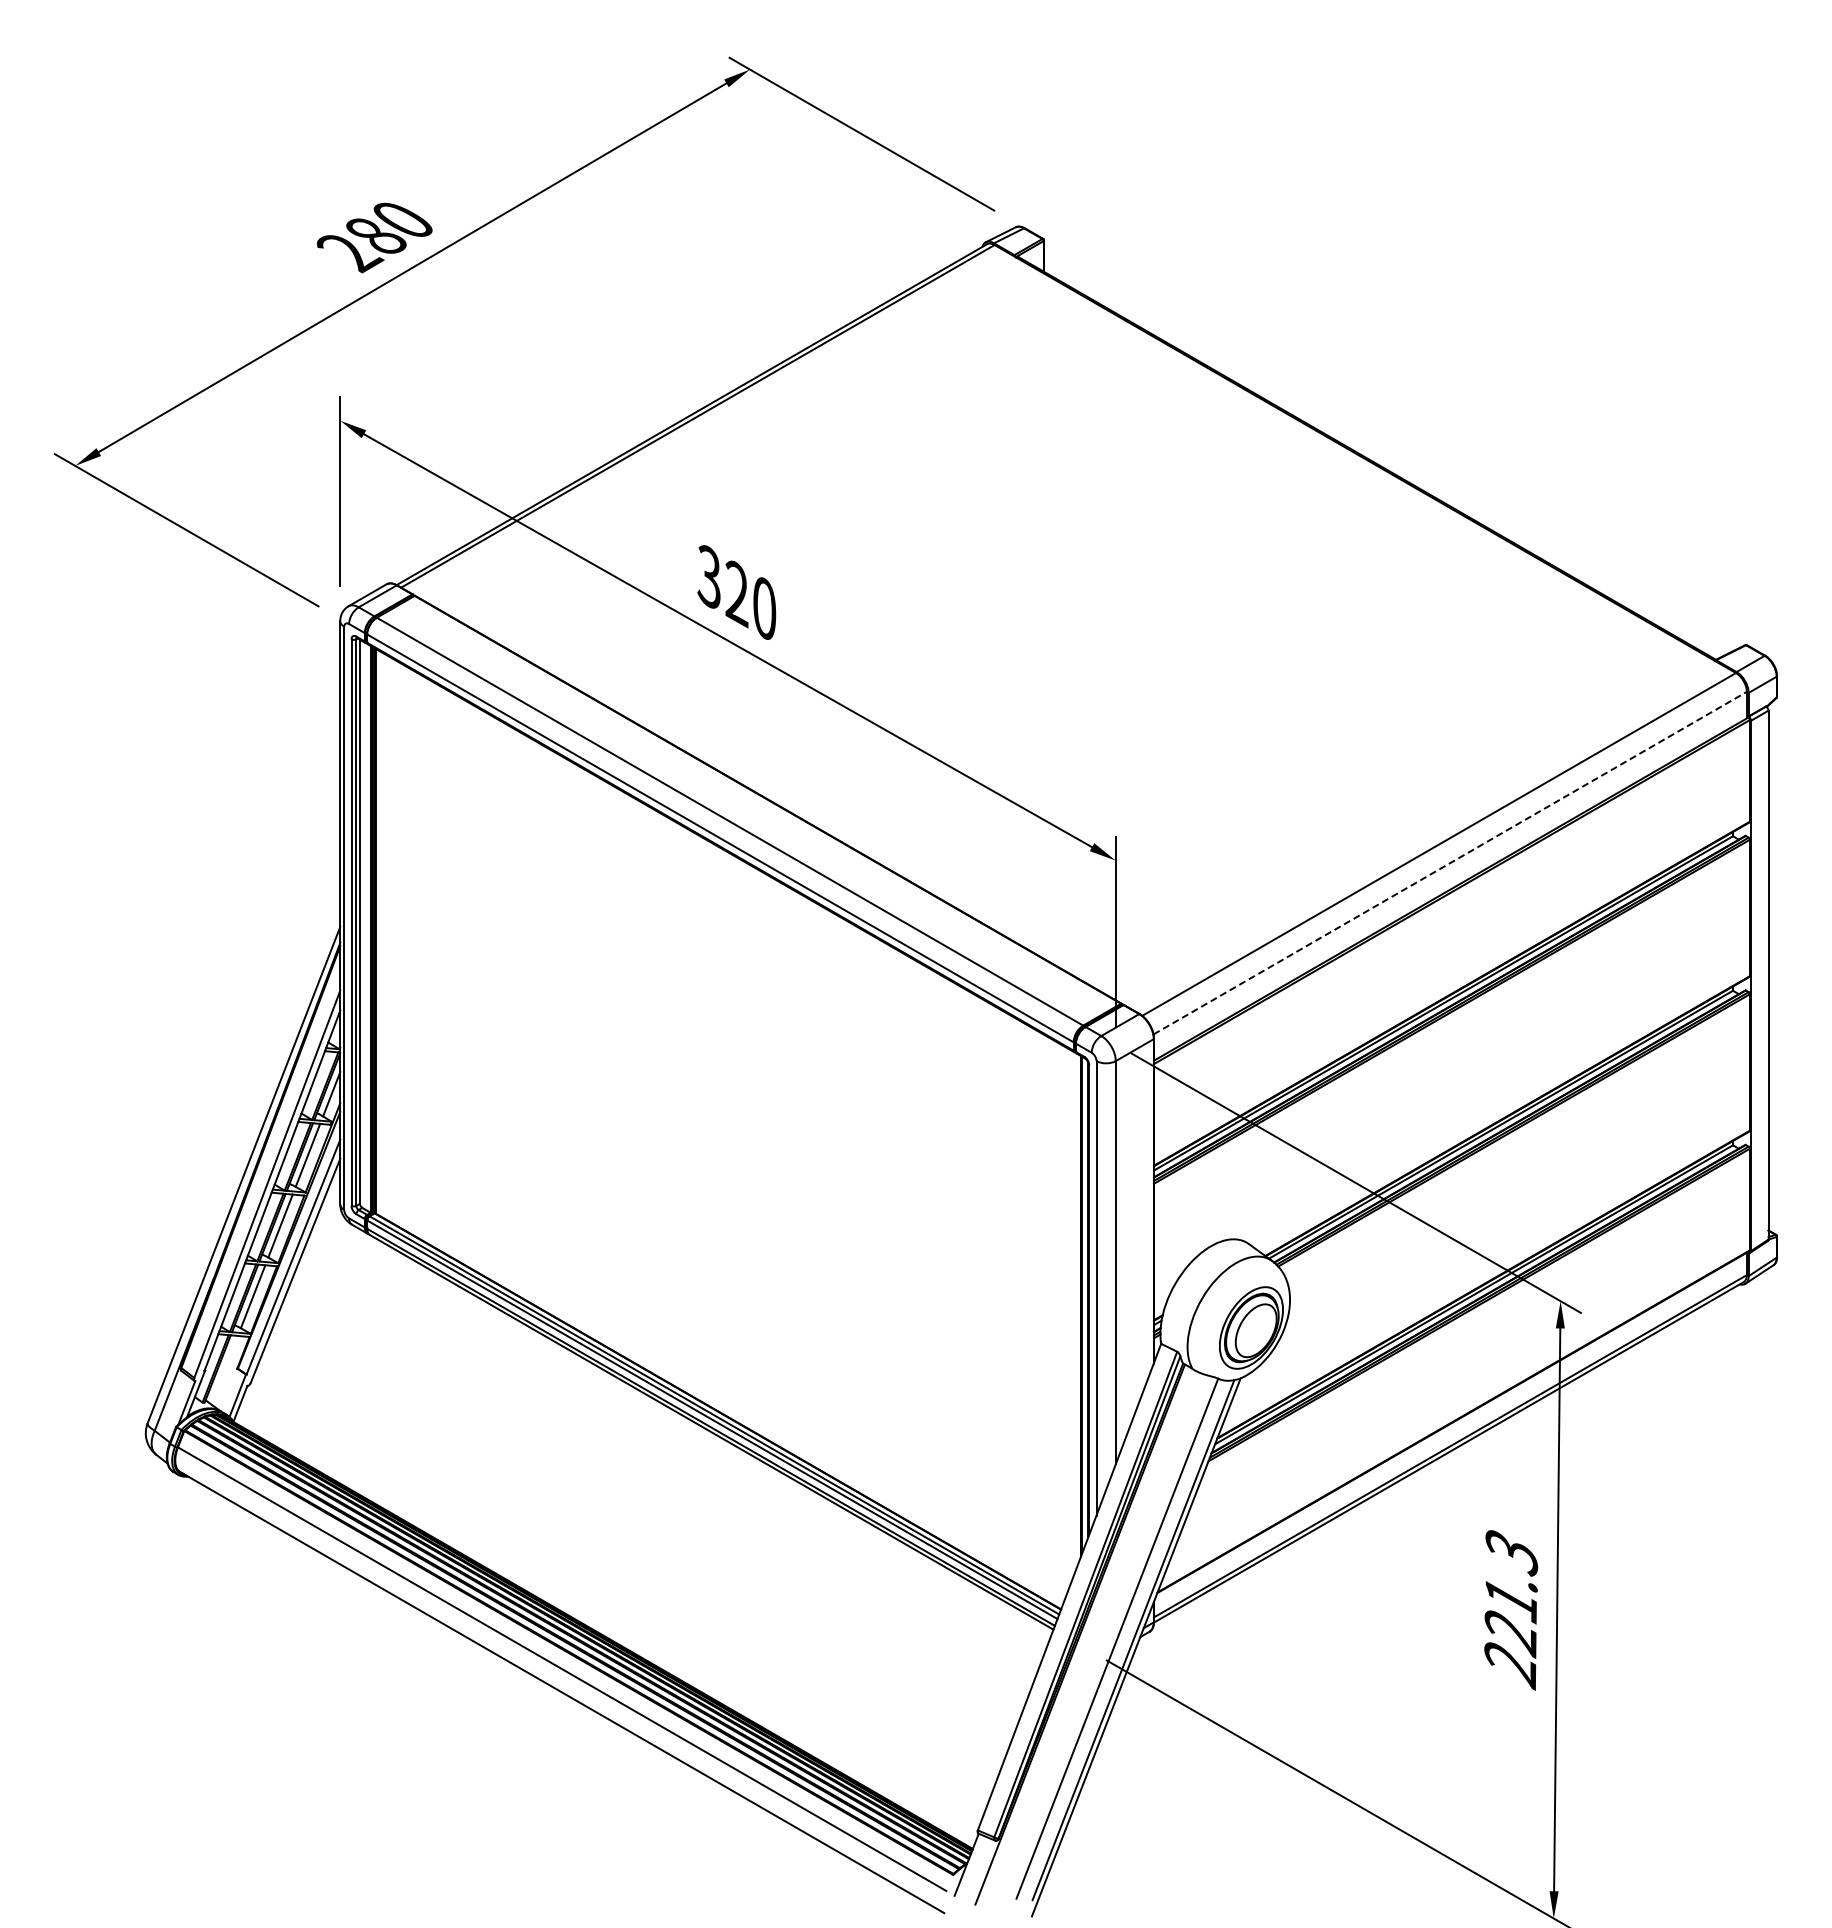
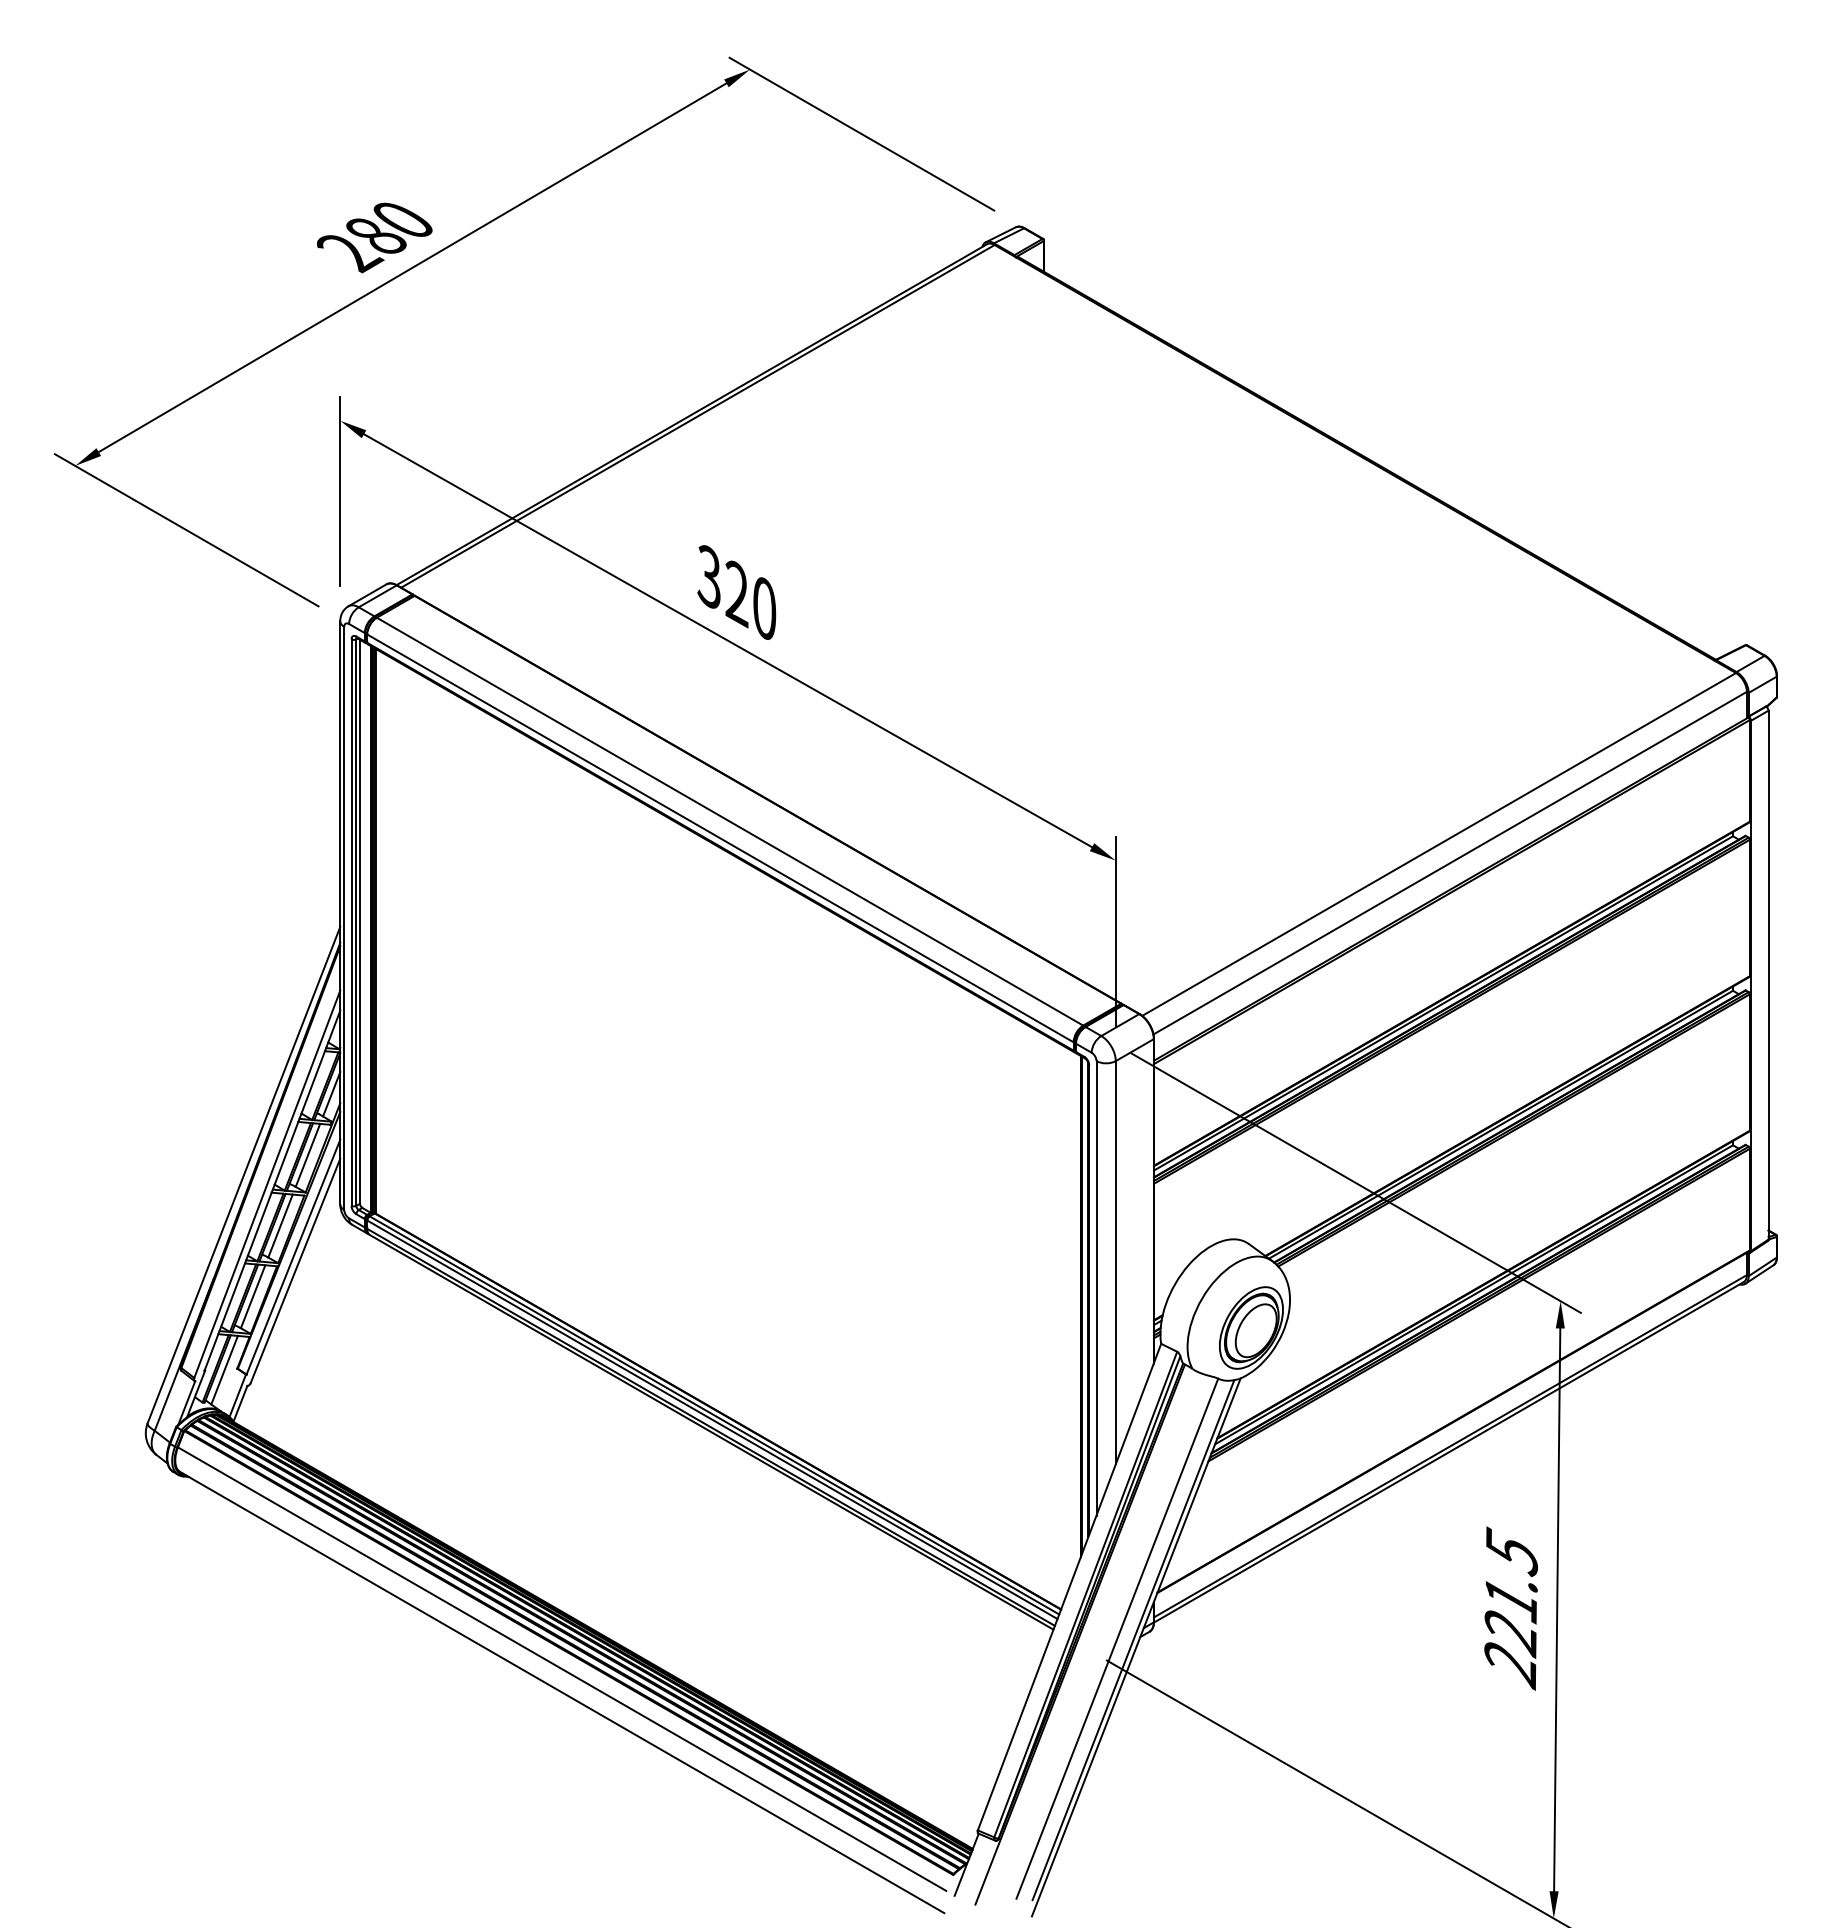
line at (1450, 863): dashed -> solid
line at (224, 1369): none -> present
text at (1511, 1551): 221.3 -> 221.5
